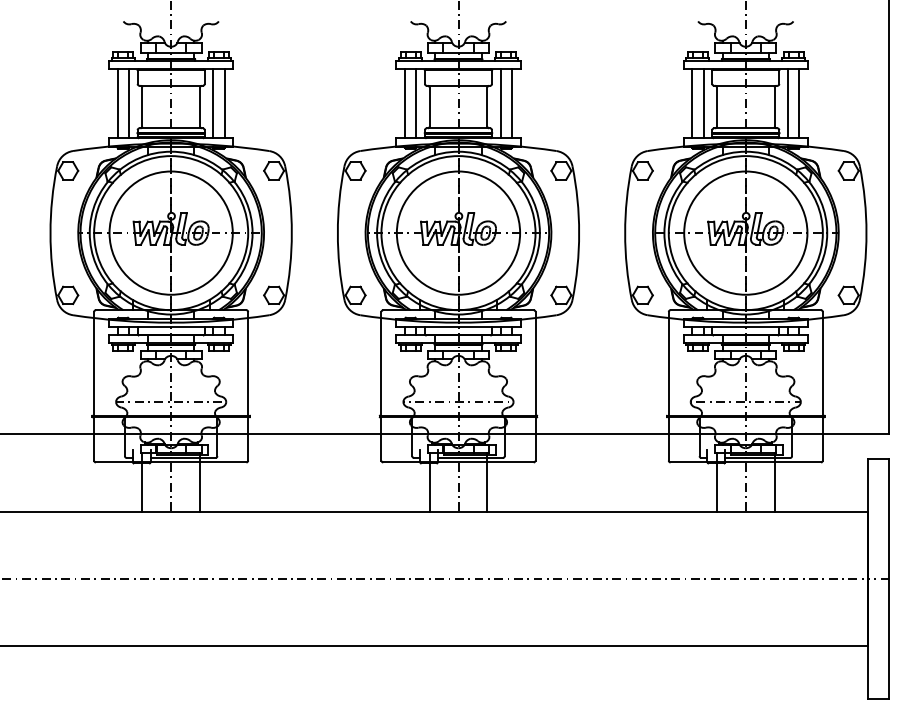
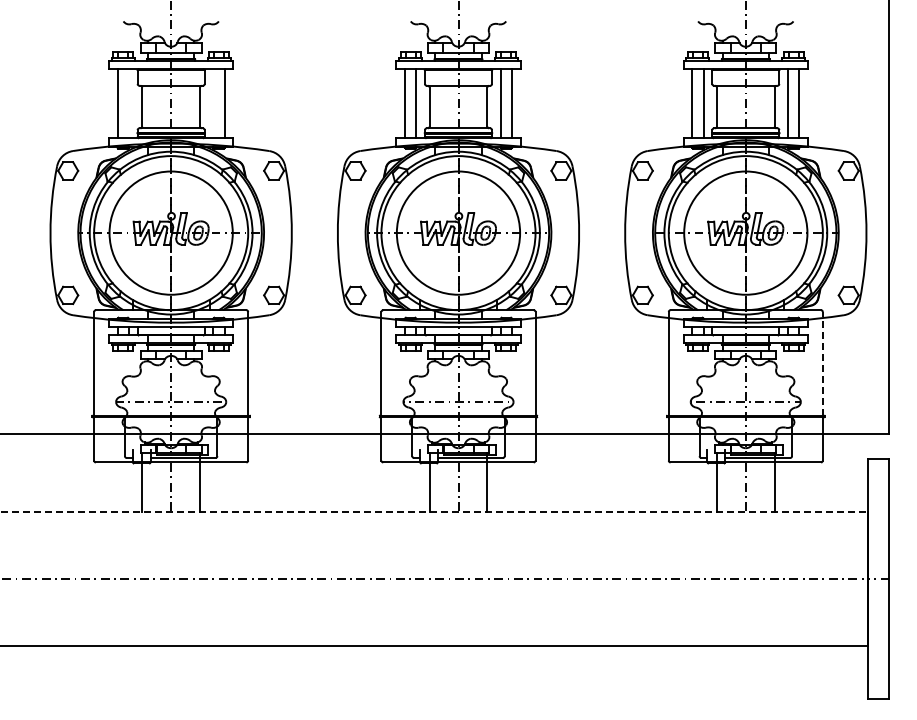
line at (129, 103): present -> none
line at (213, 103): present -> none
line at (822, 363): solid -> dashed
line at (434, 511): solid -> dashed
